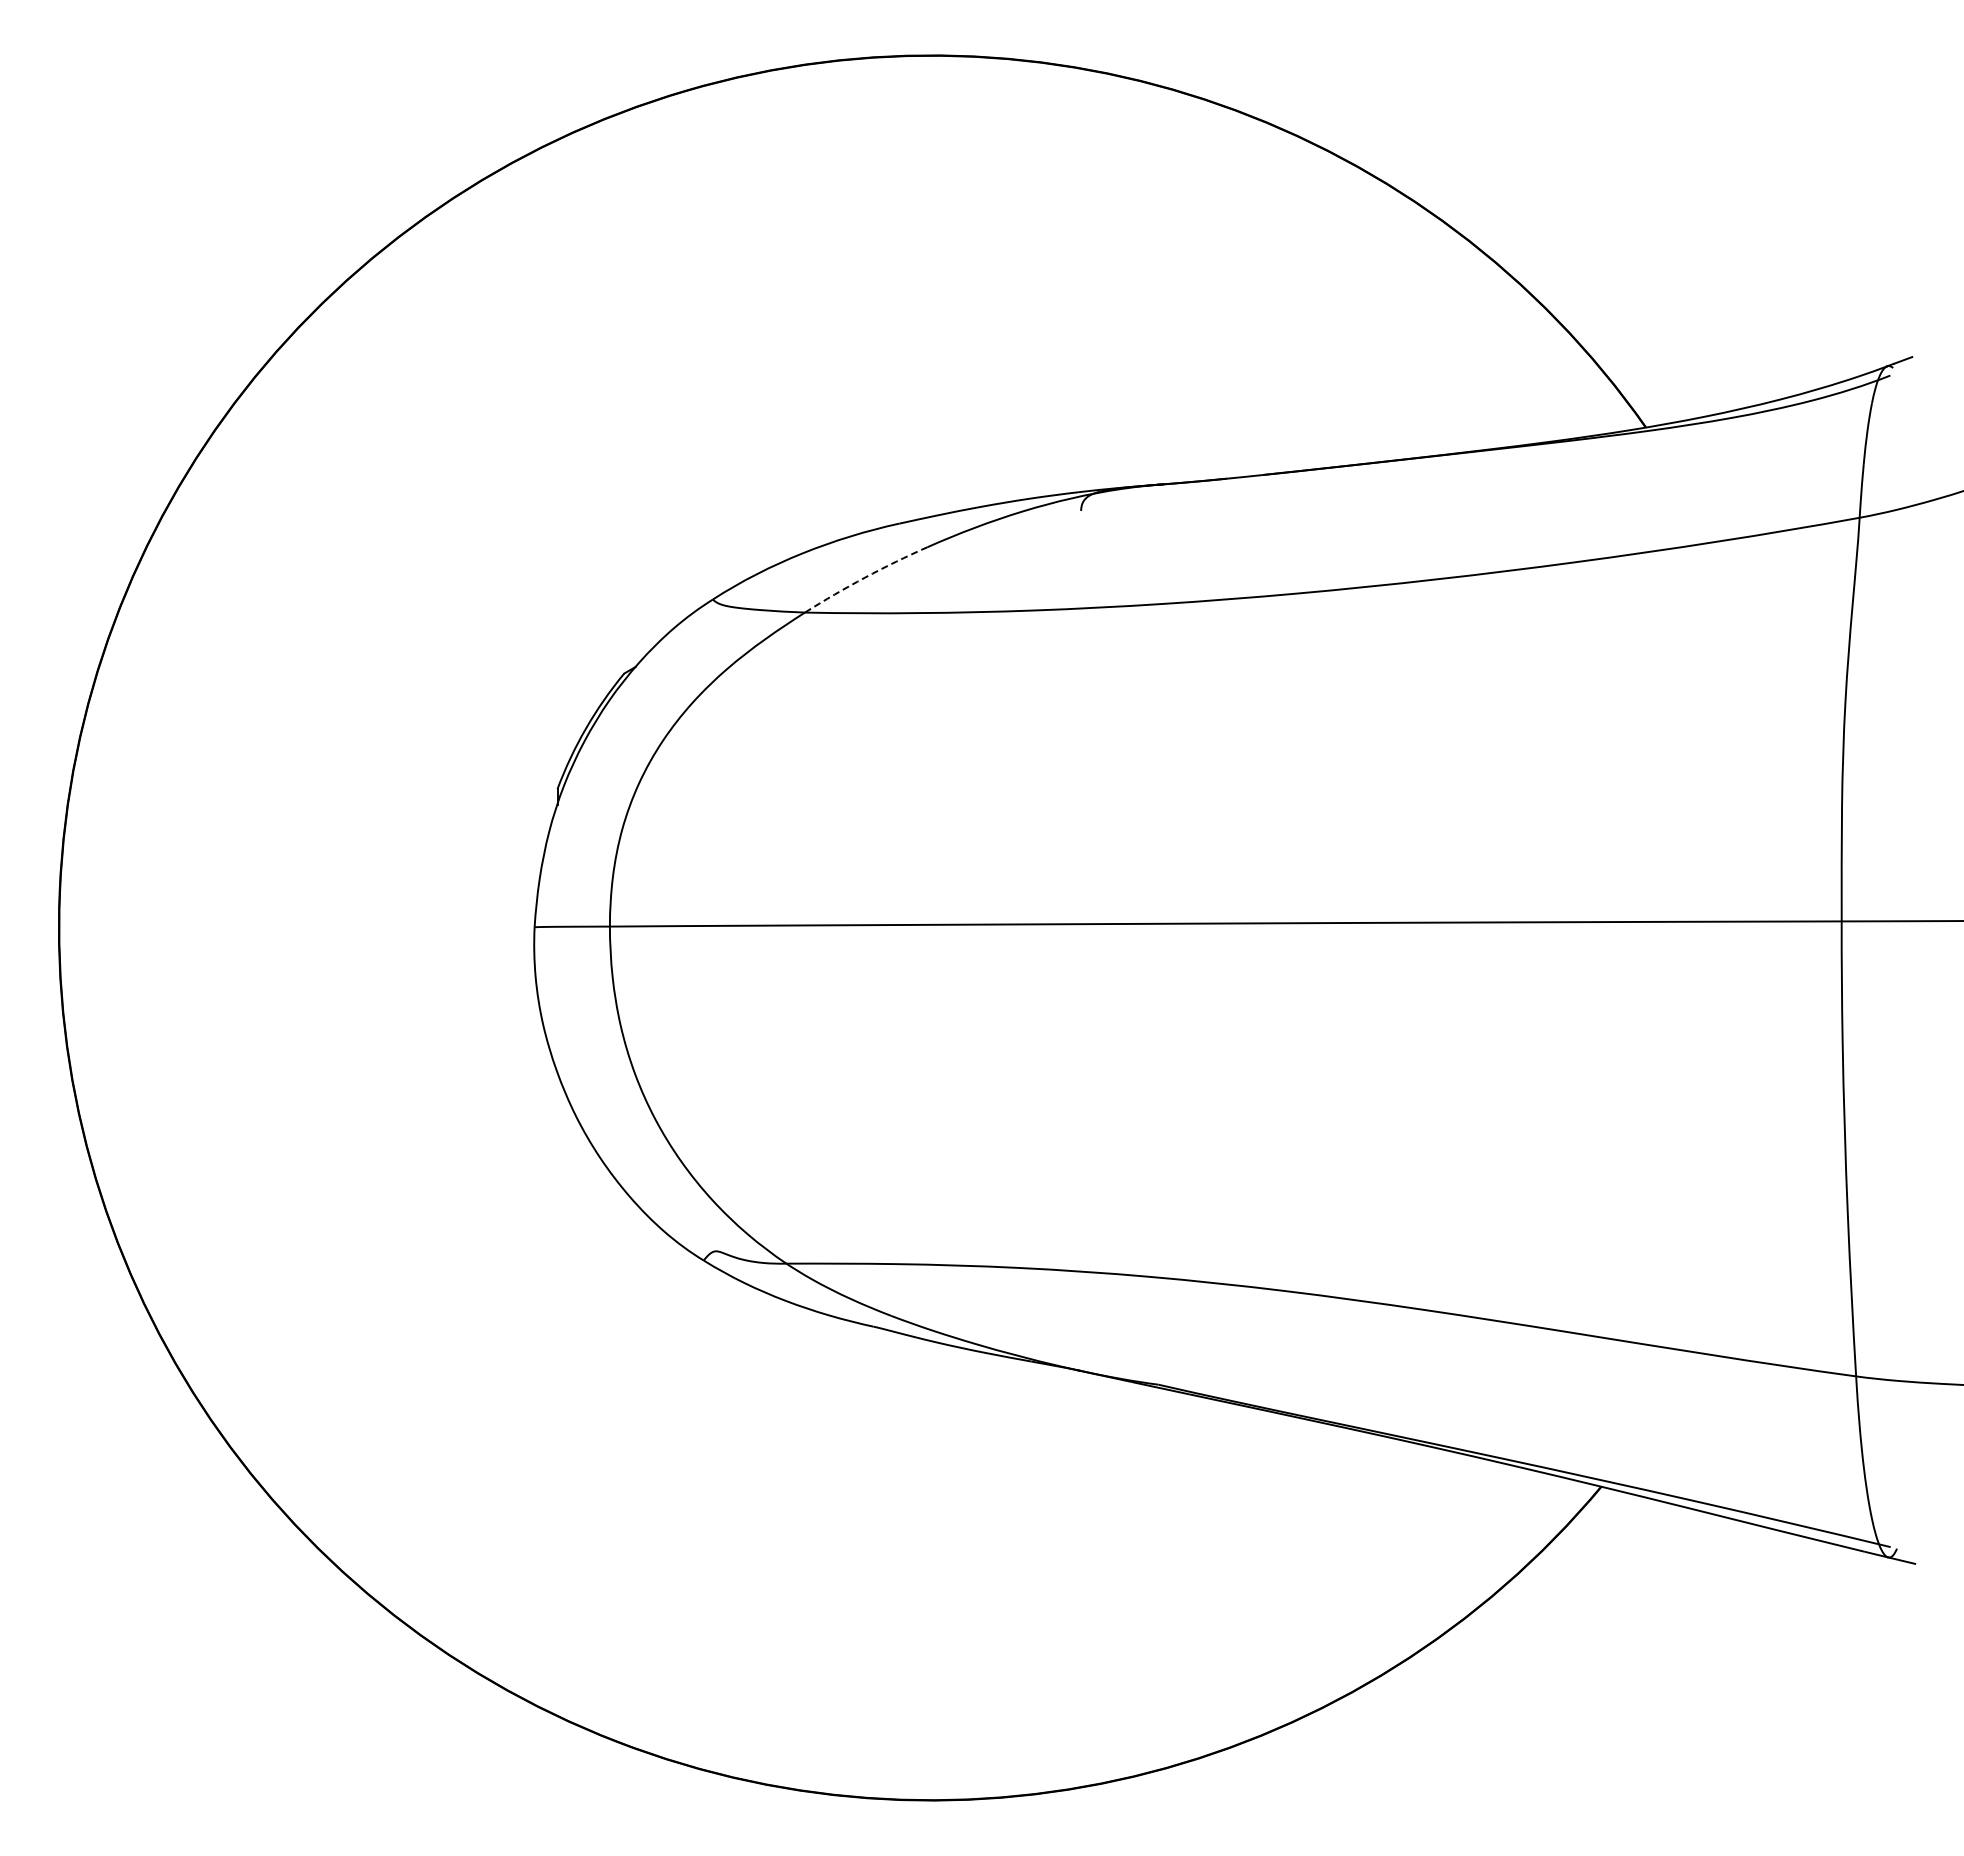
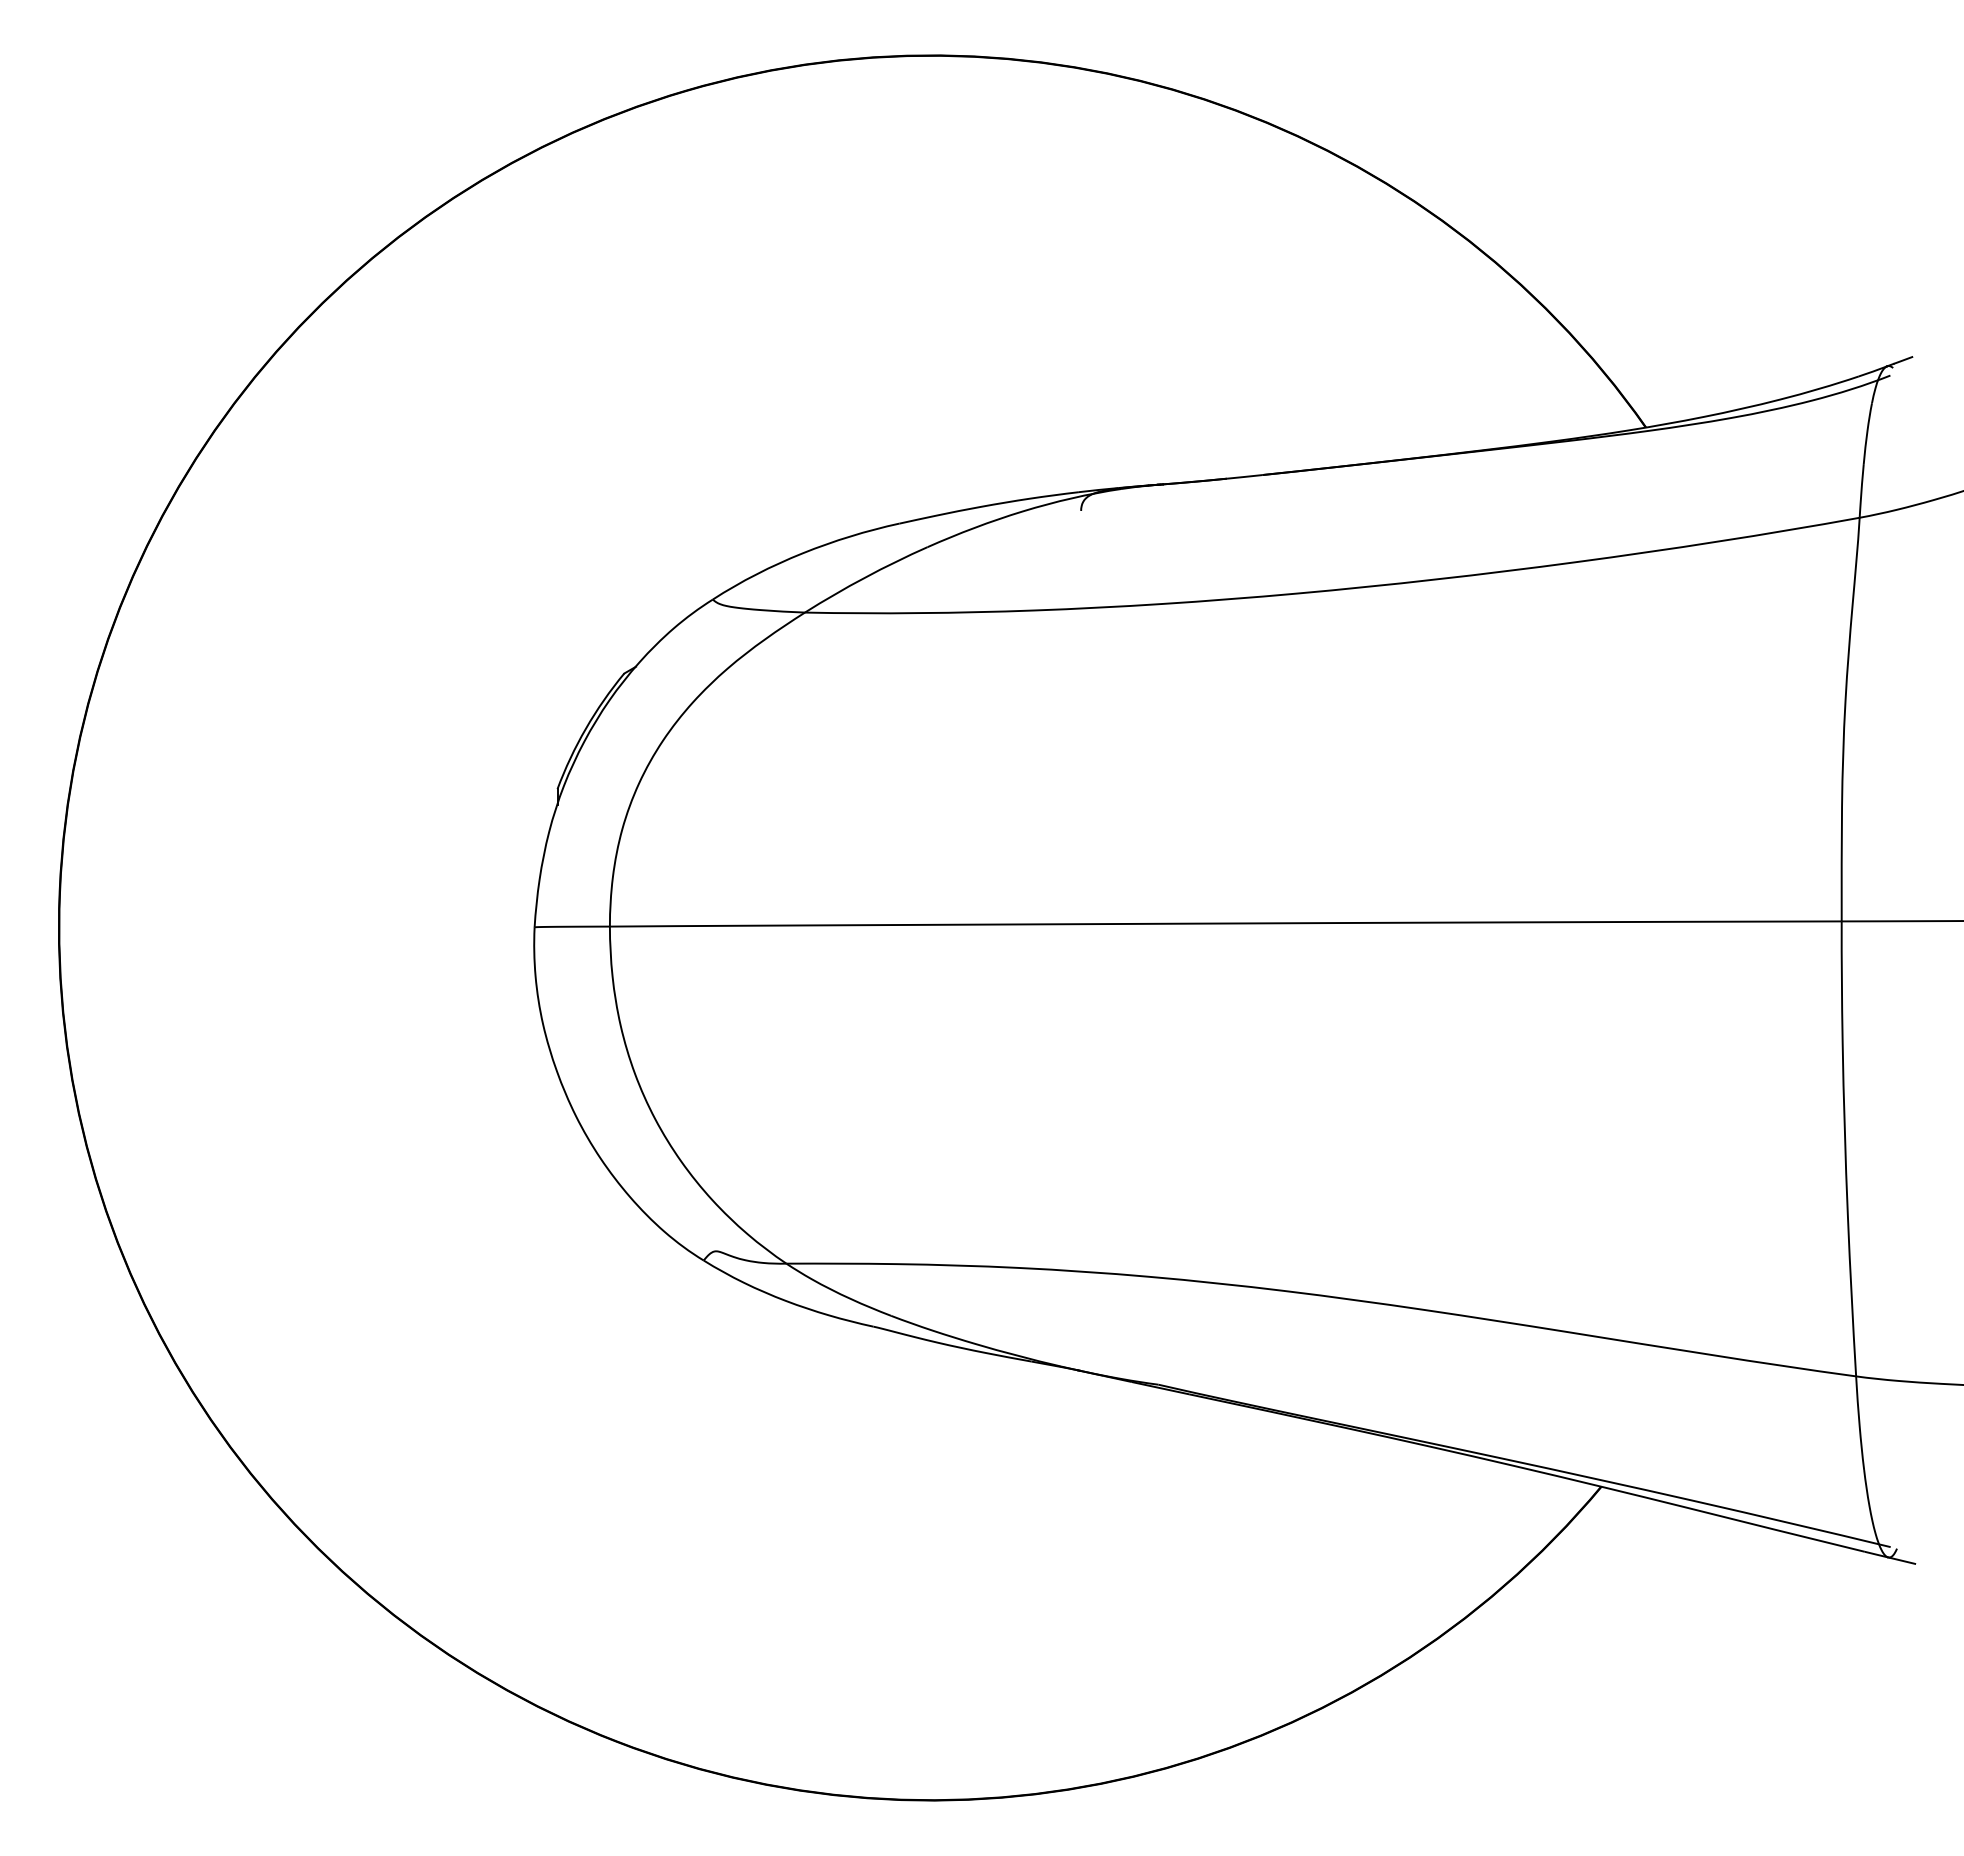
arc at (865, 577): dashed -> solid
